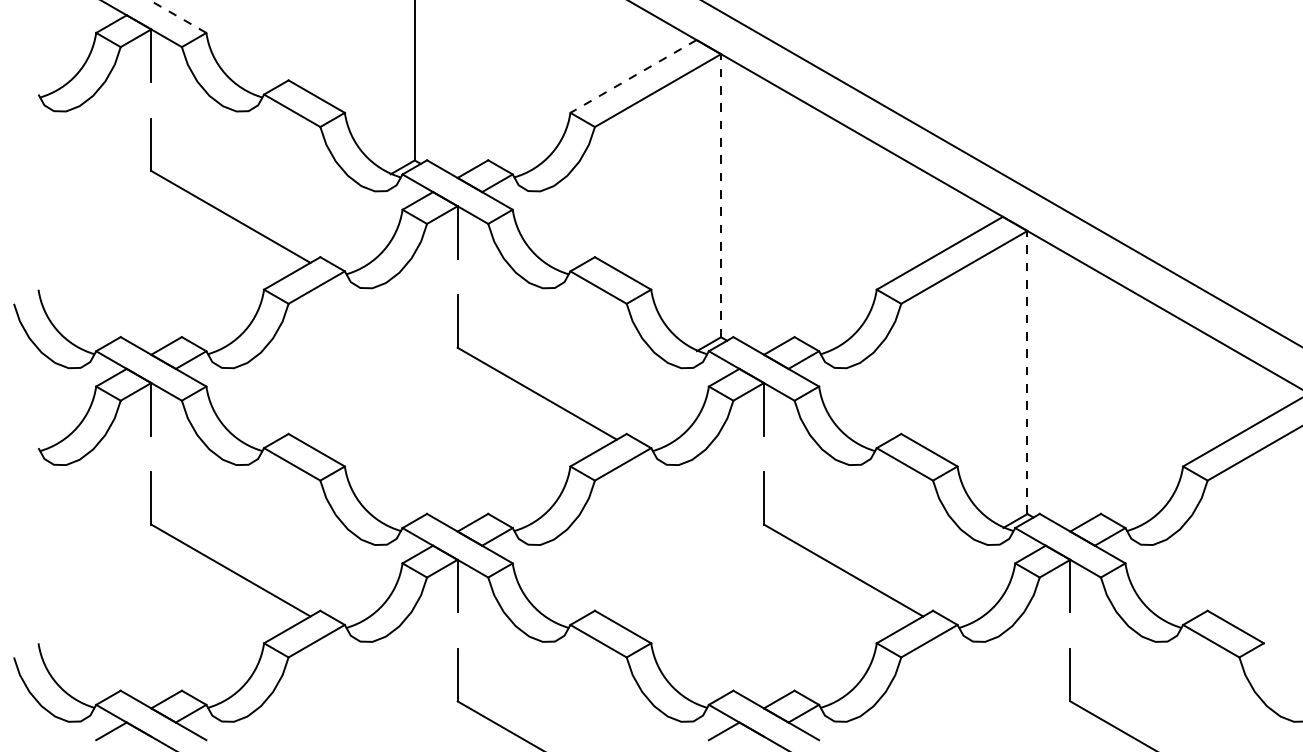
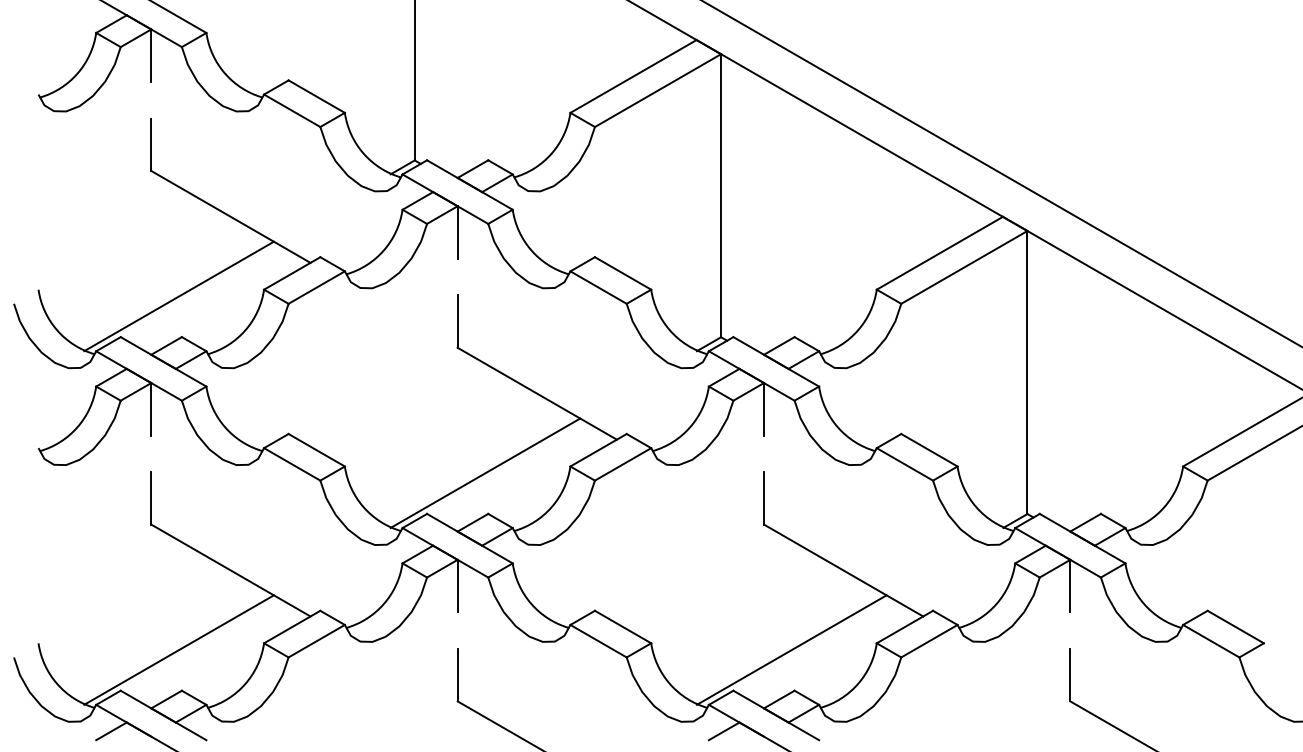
line at (177, 16): dashed -> solid
line at (633, 76): dashed -> solid
line at (721, 195): dashed -> solid
line at (178, 296): none -> present
line at (1027, 372): dashed -> solid
line at (485, 472): none -> present
line at (178, 649): none -> present
line at (791, 649): none -> present
